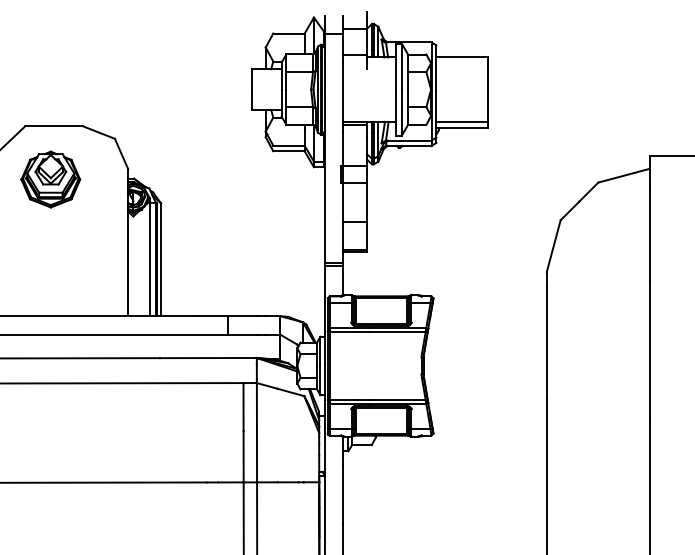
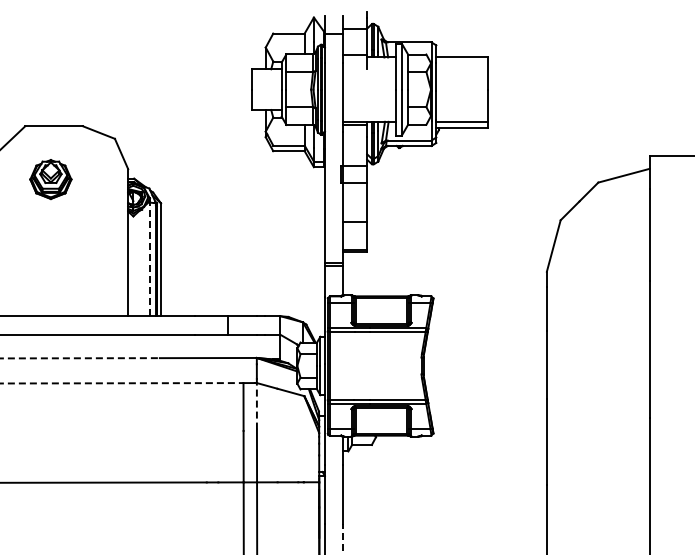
part at (50, 179) size: 62x59 px -> 44x42 px
line at (149, 259): solid -> dashed
line at (80, 358): solid -> dashed
line at (122, 383): solid -> dashed
line at (256, 405): solid -> dashed
line at (343, 538): solid -> dashed
